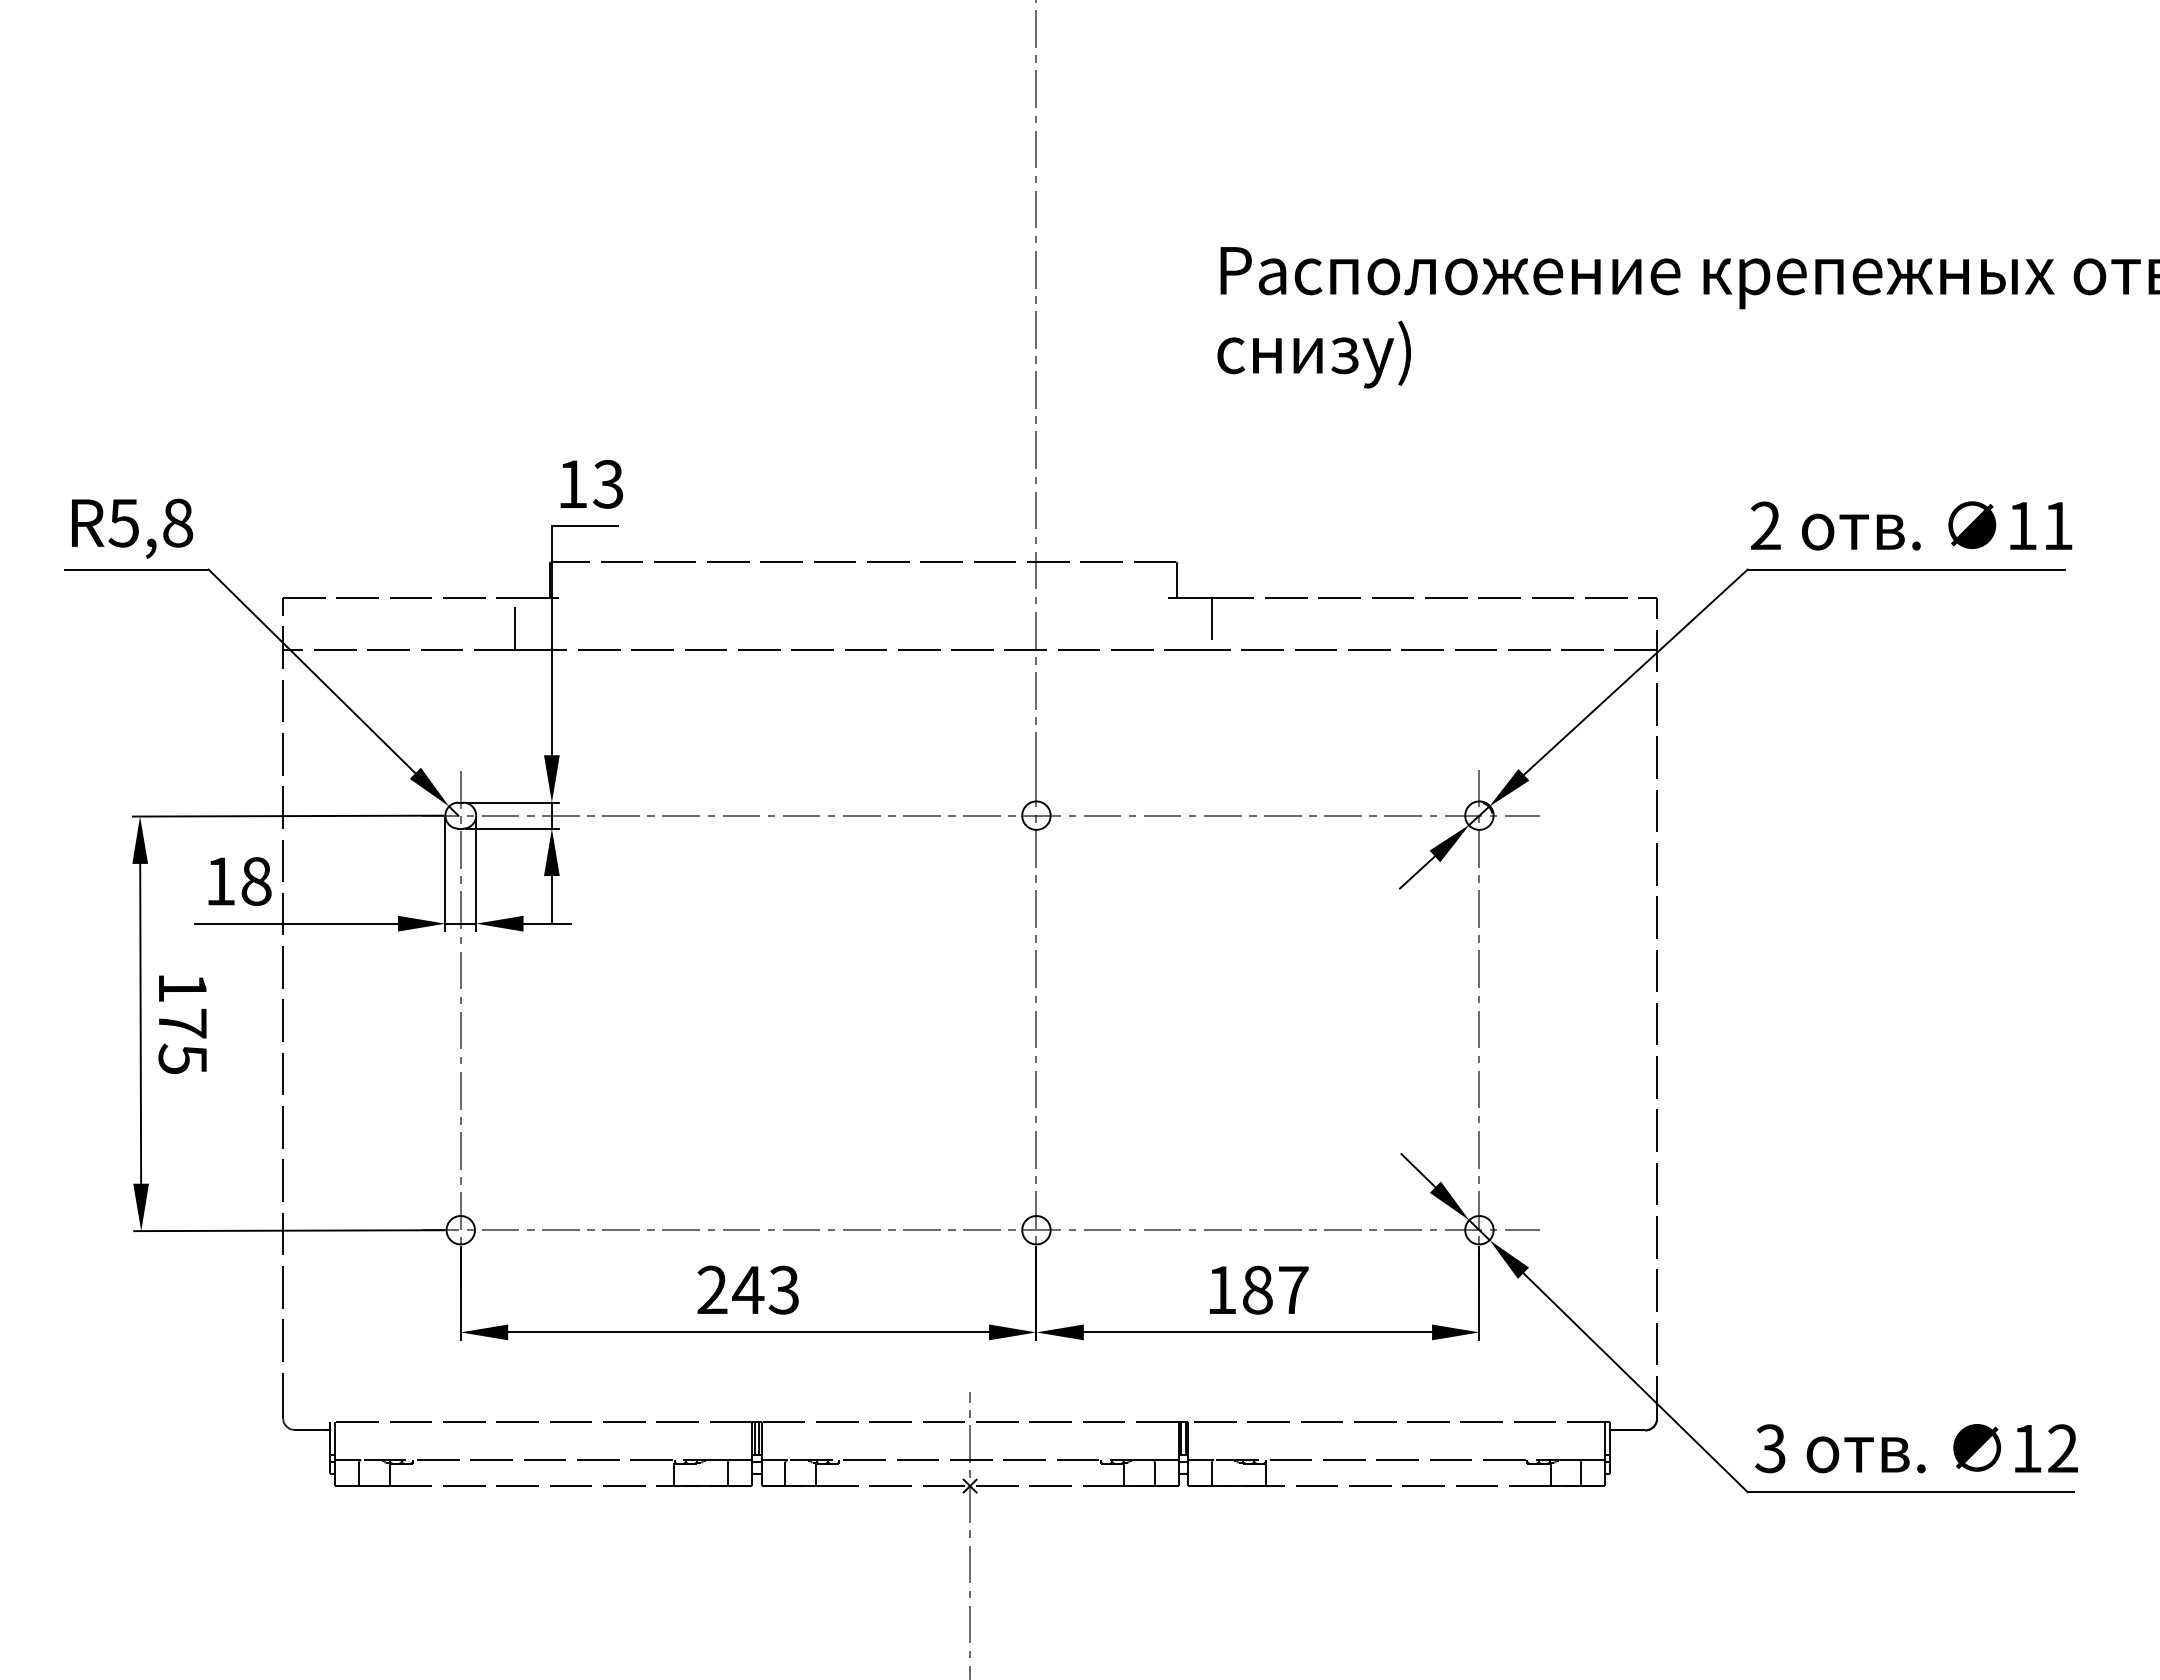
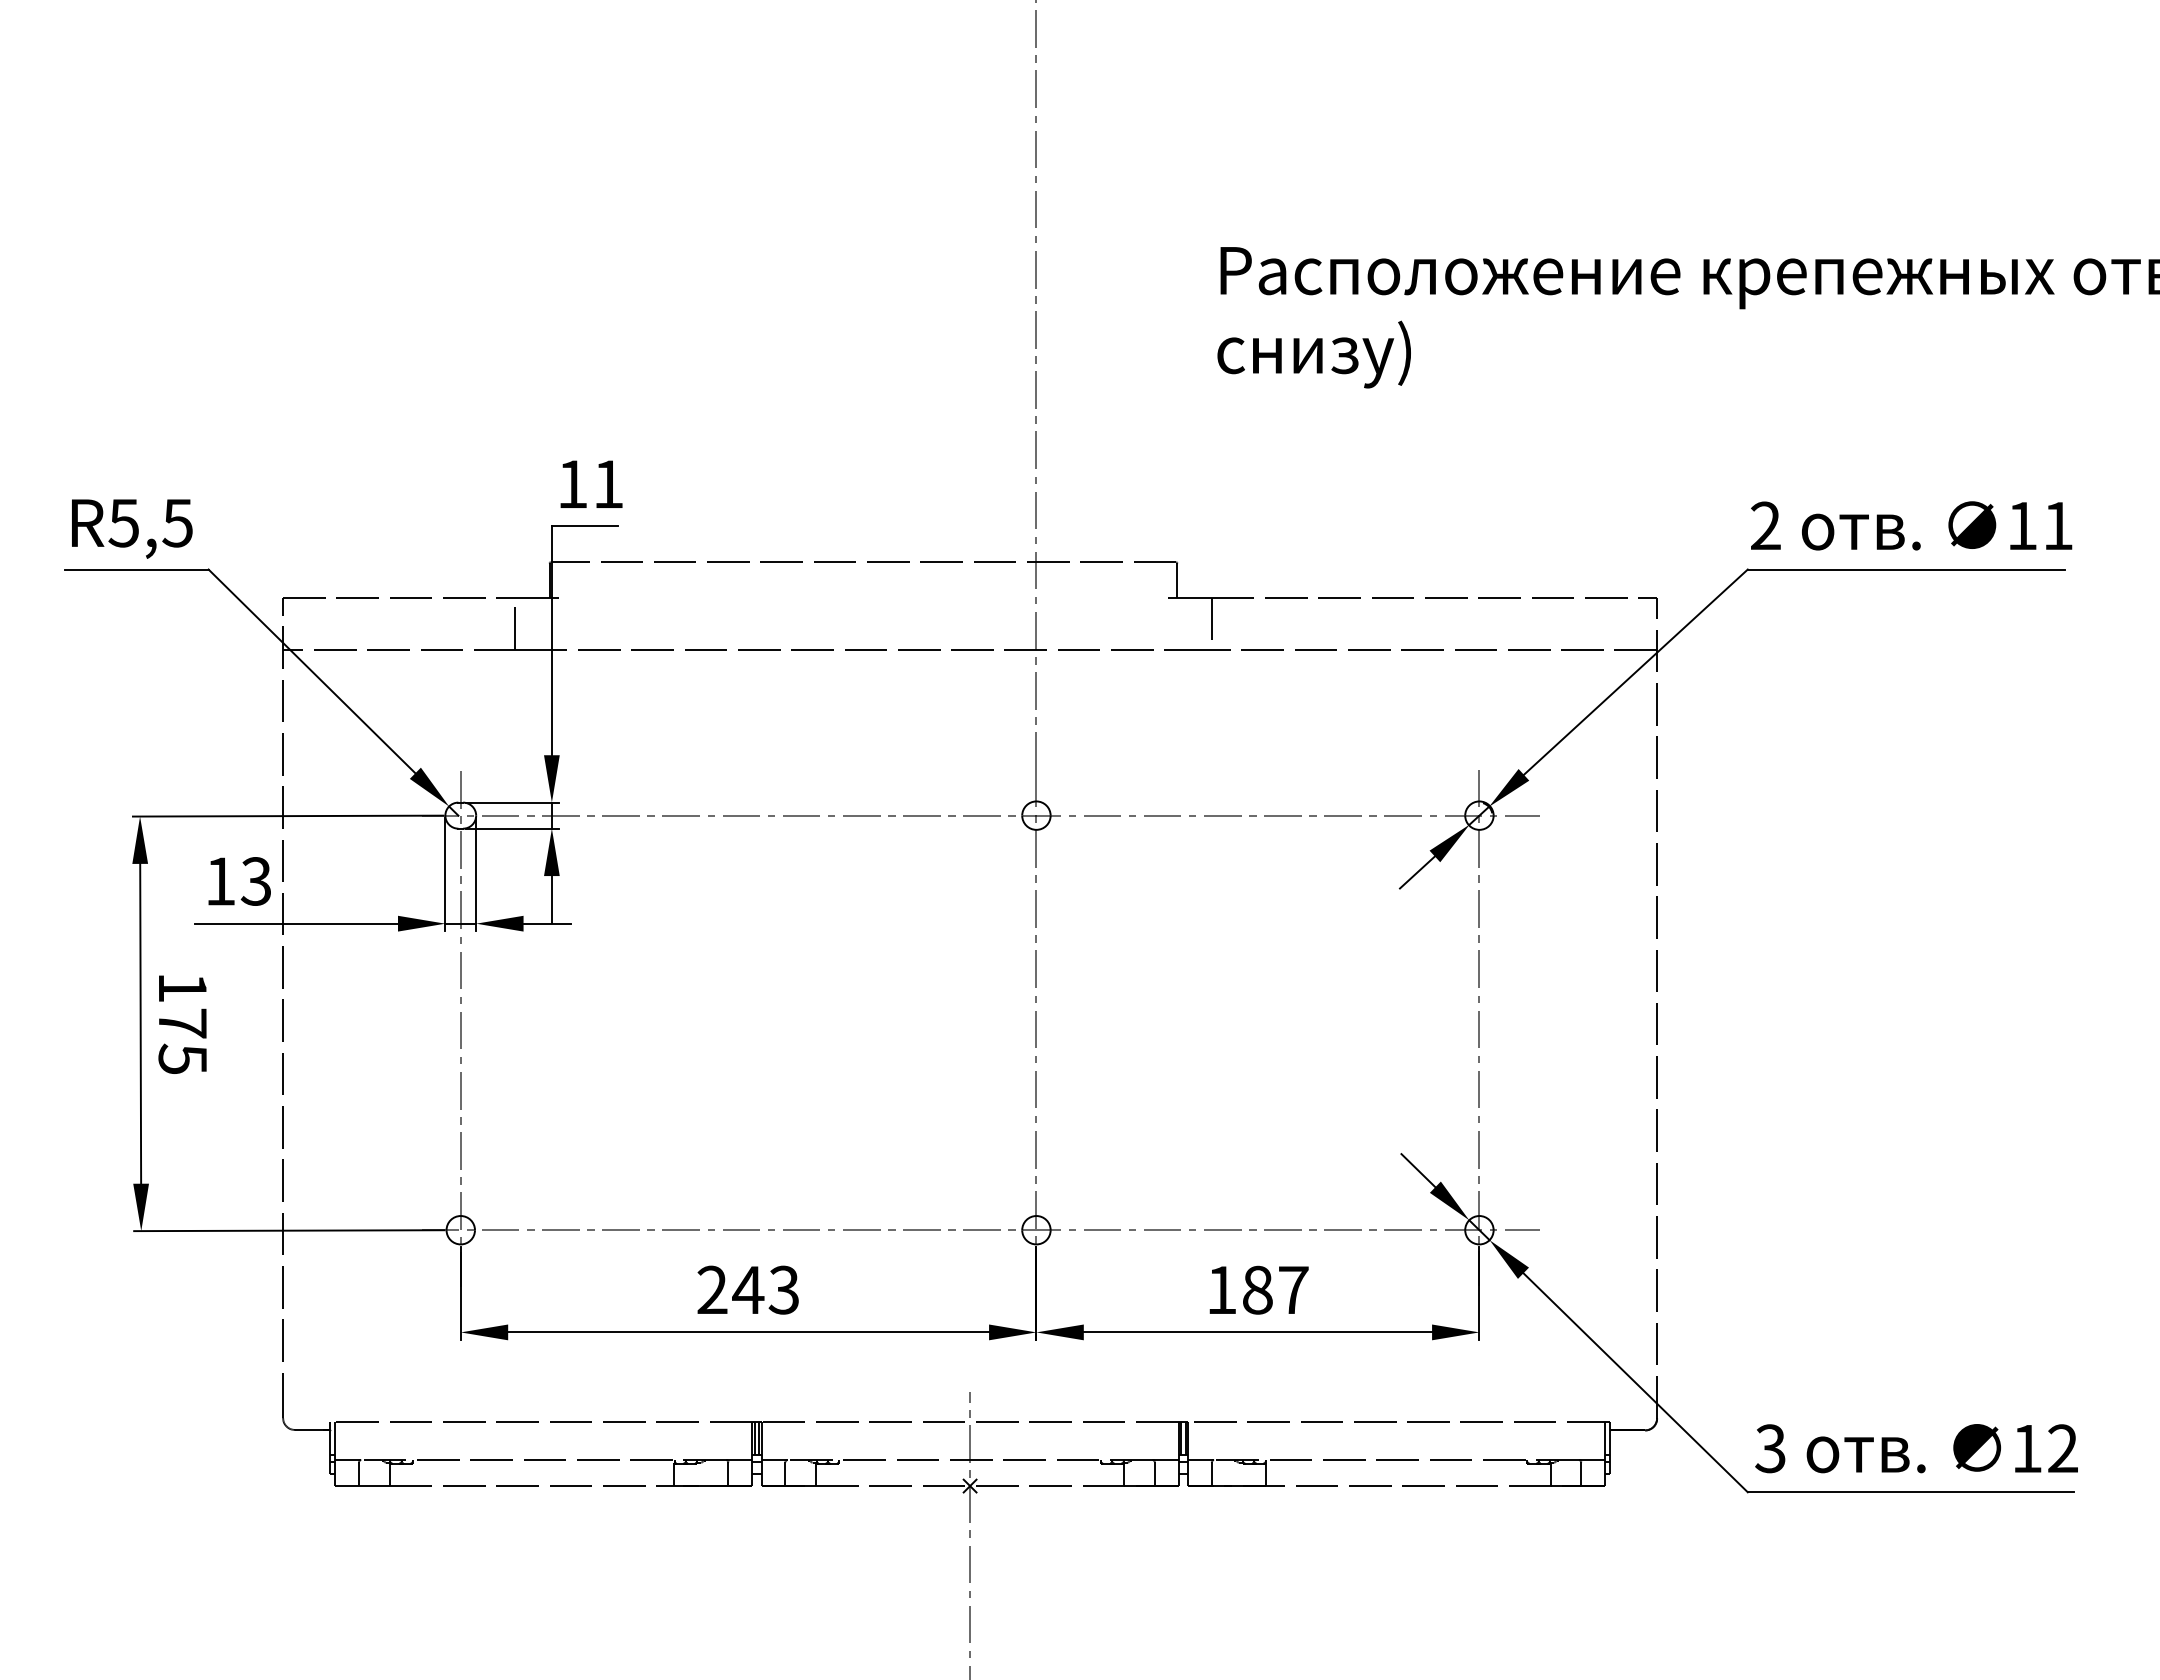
text at (608, 483): 13 -> 11
text at (177, 522): R5,8 -> R5,5
text at (255, 881): 18 -> 13
